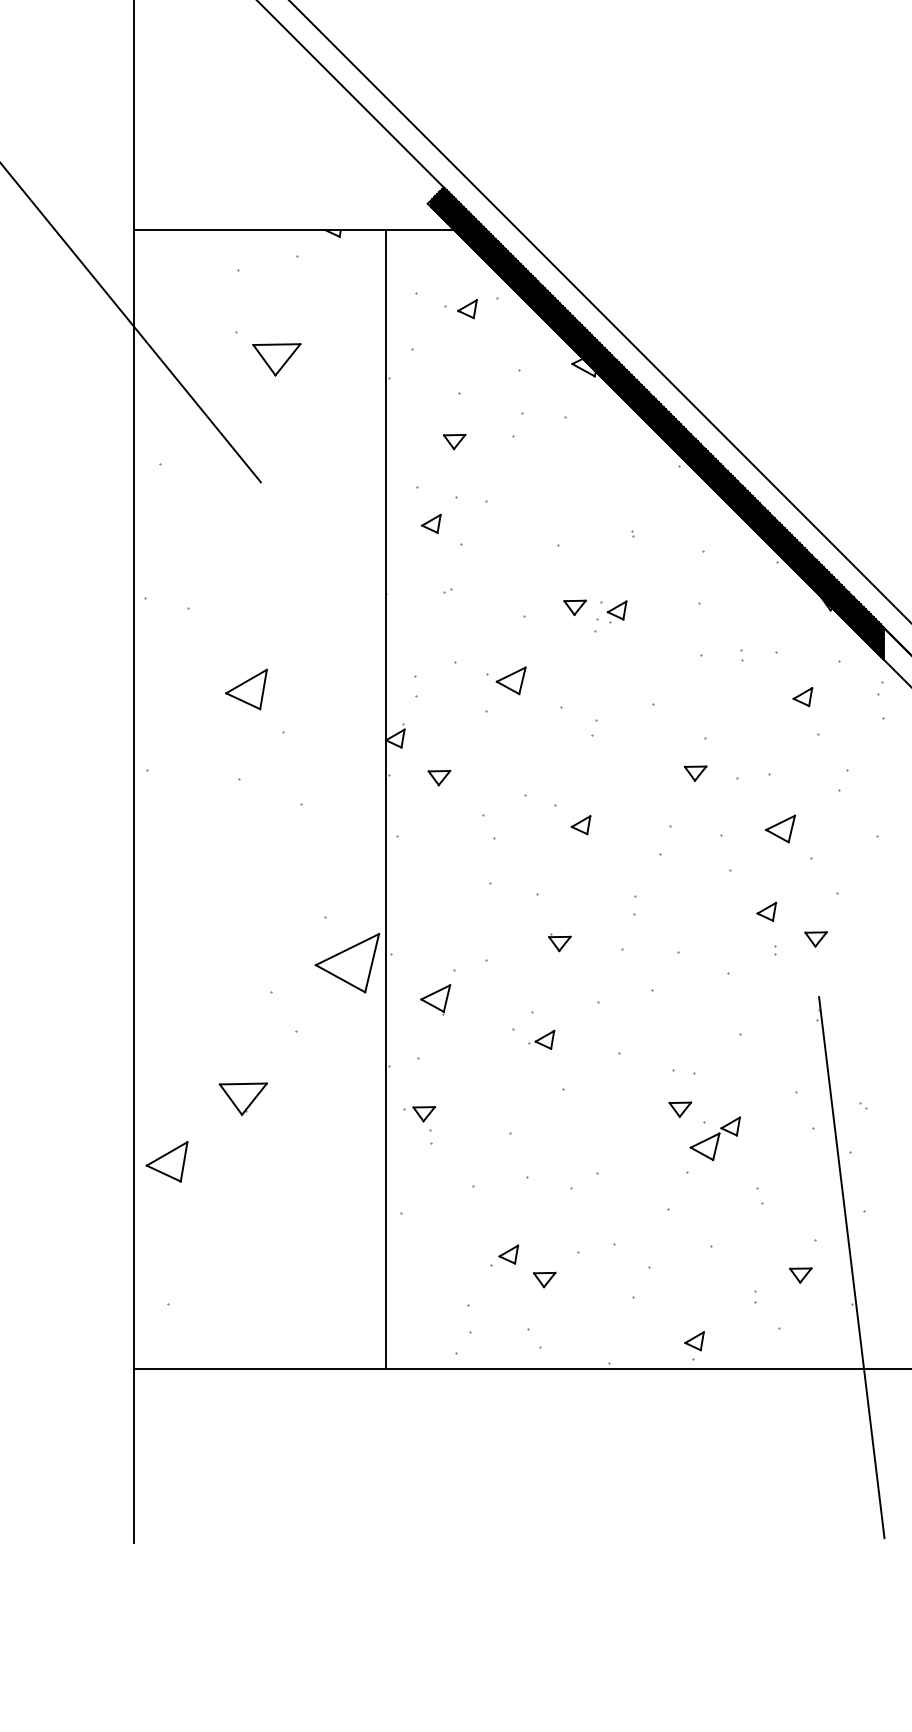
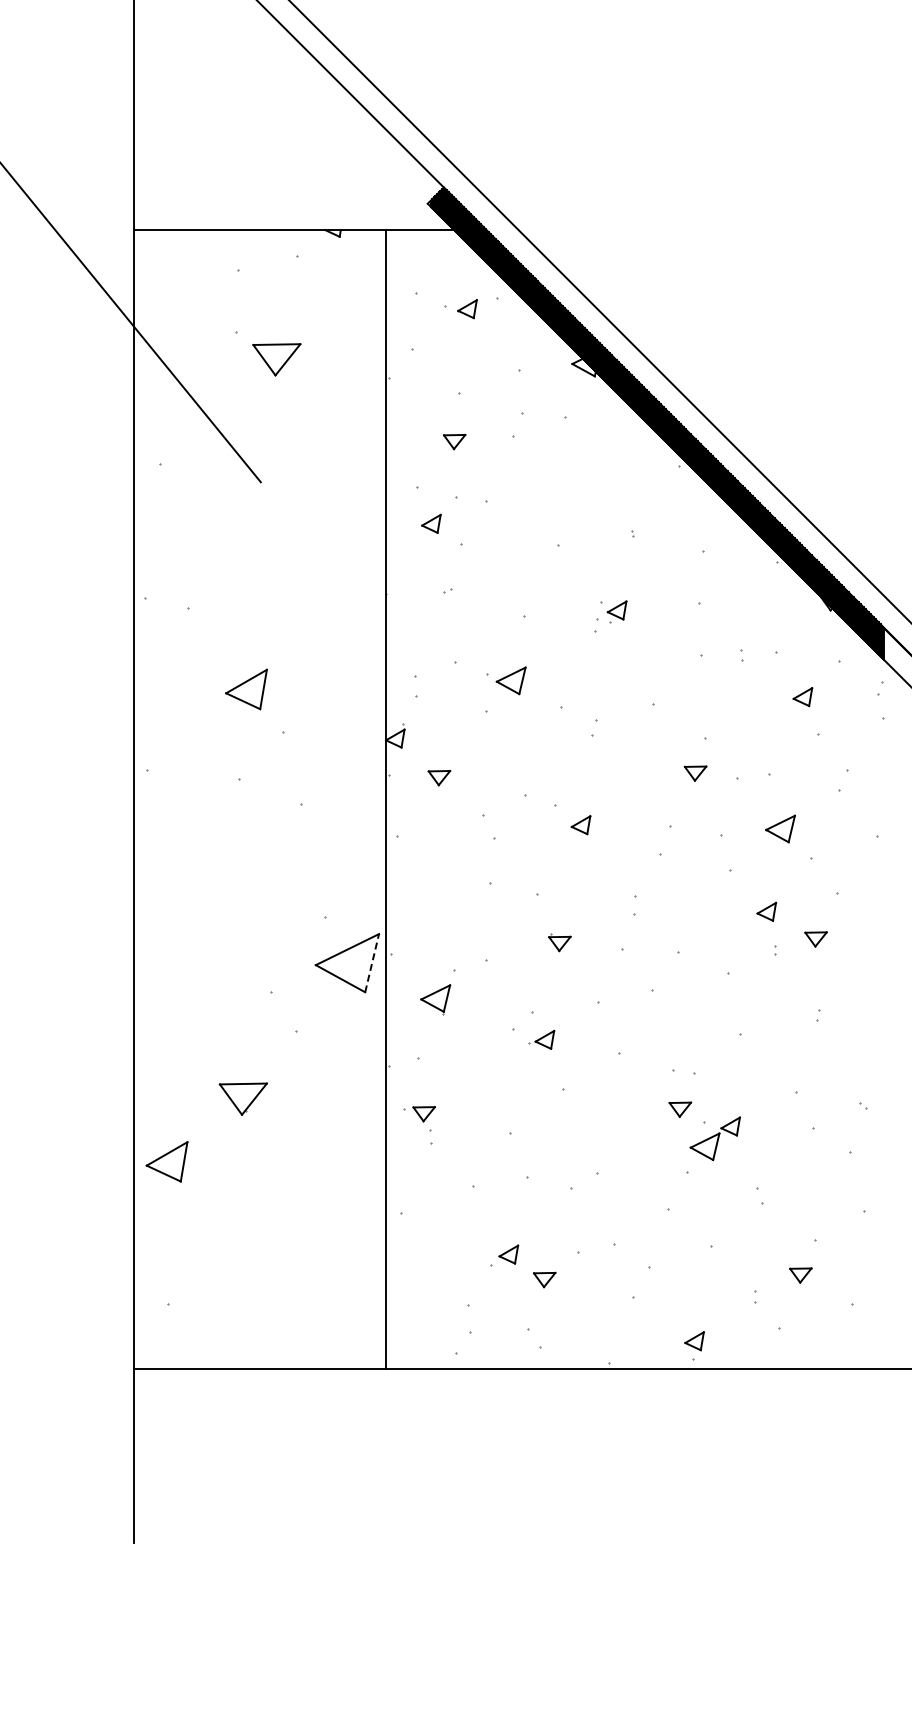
part at (574, 607): present -> none
line at (372, 963): solid -> dashed
line at (851, 1267): present -> none
